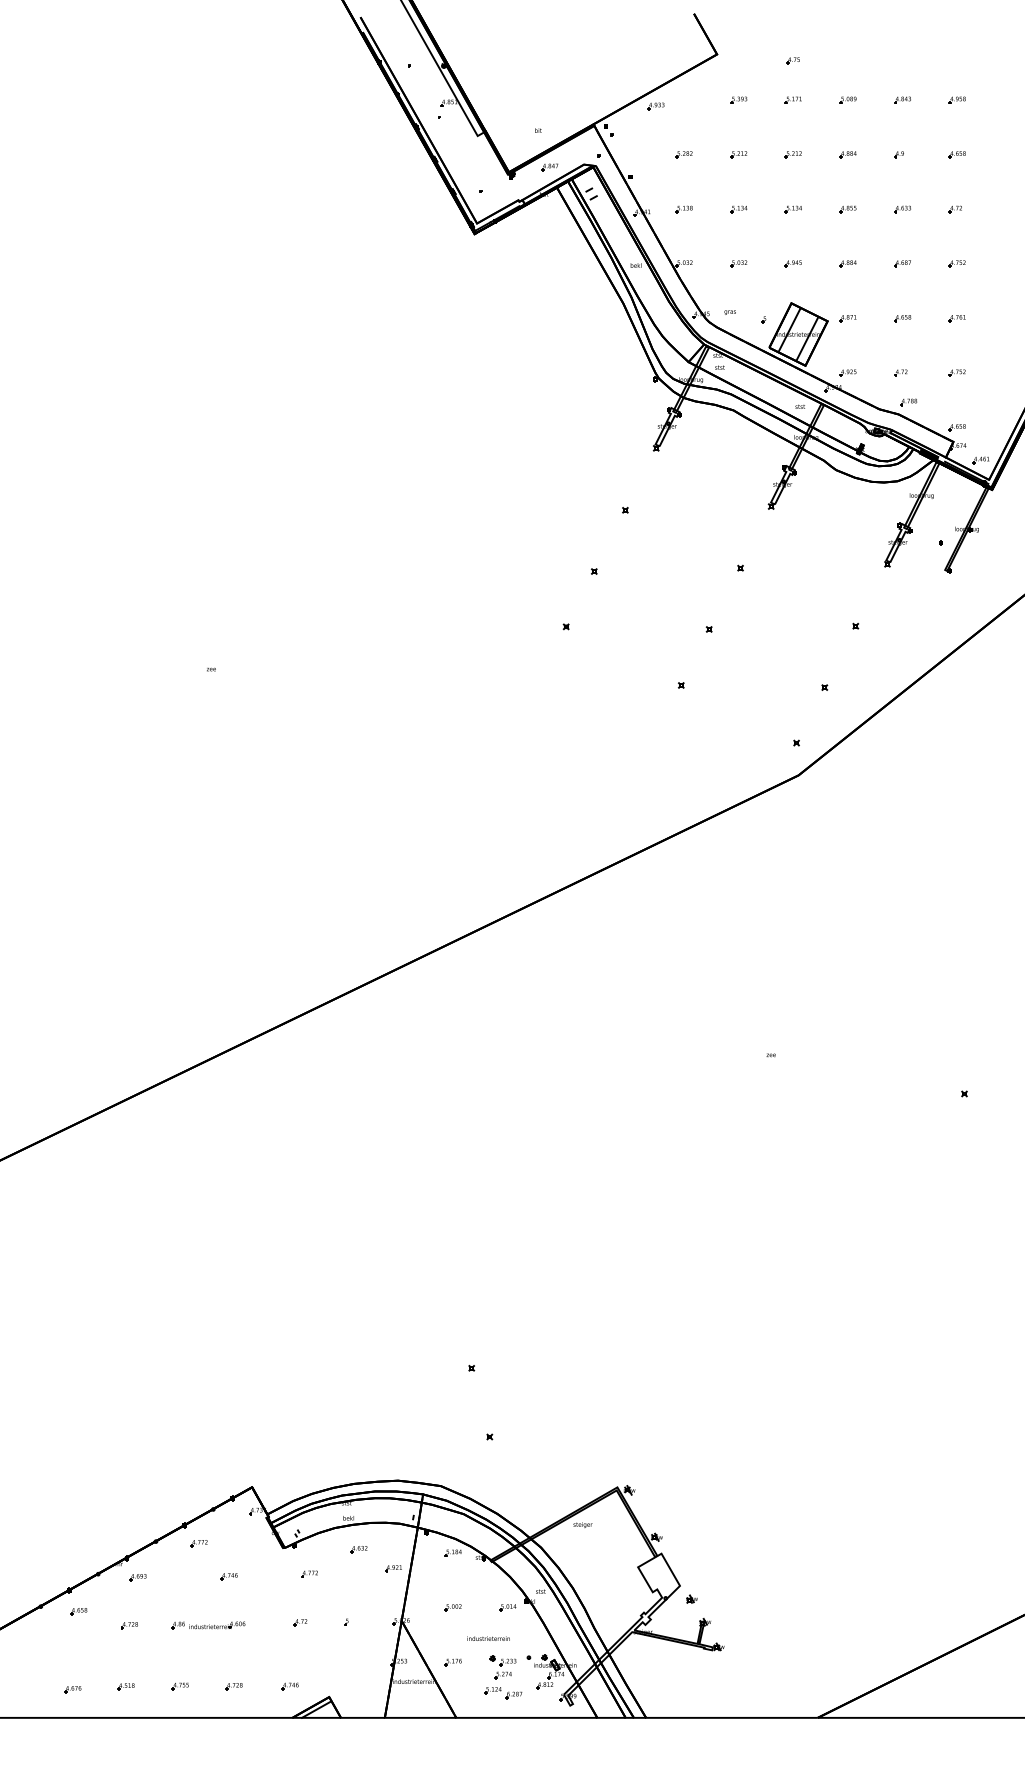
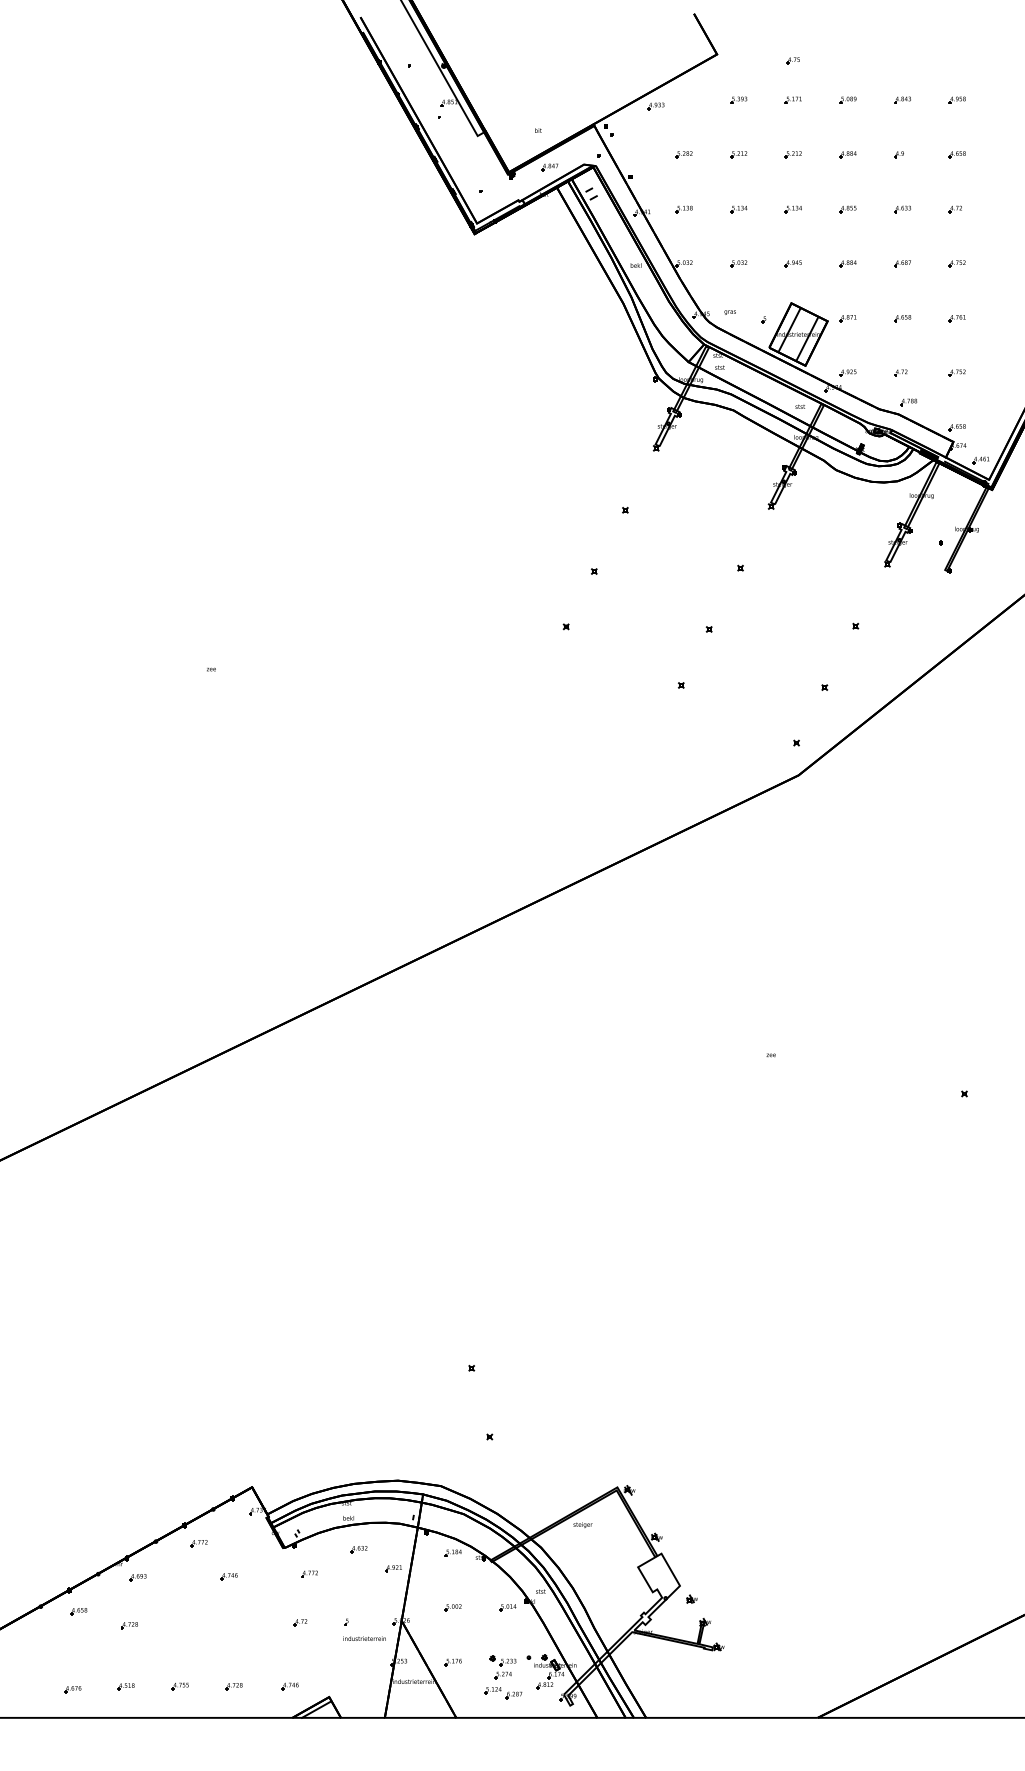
part at (208, 1625): present -> none
text at (488, 1638) position: (488, 1638) -> (364, 1638)
